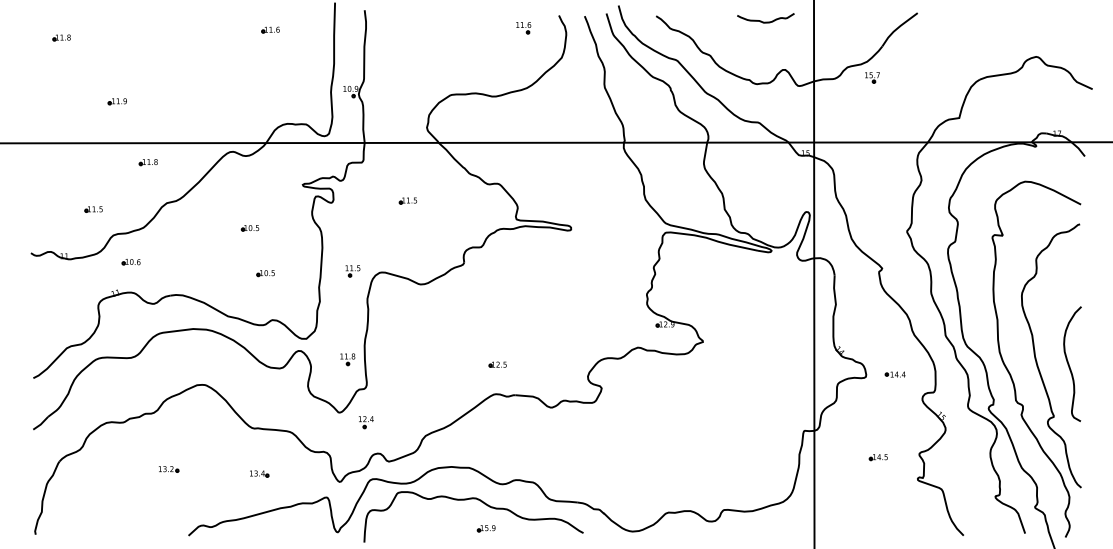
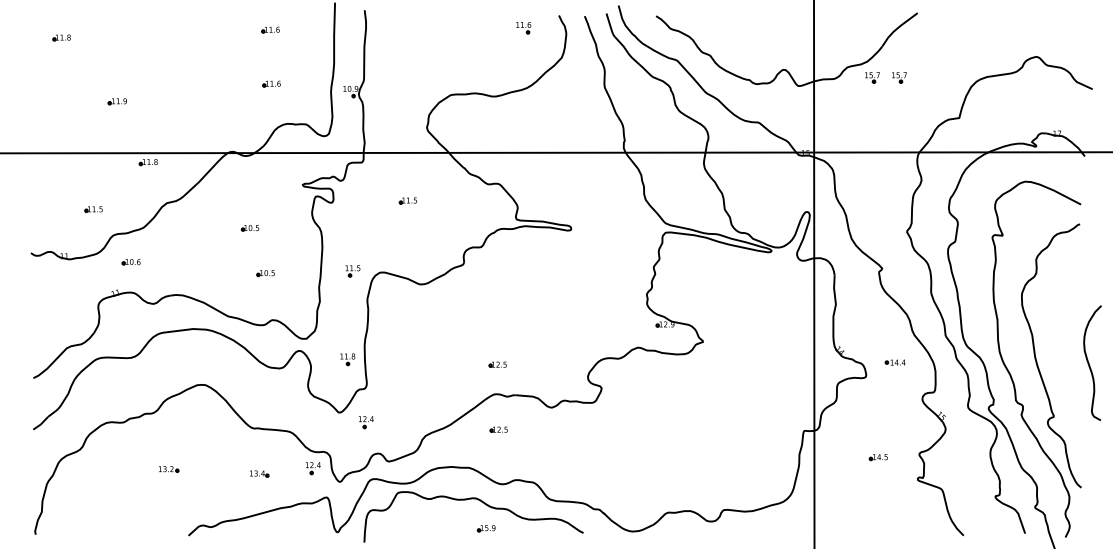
curve at (765, 21): present -> none
part at (899, 77): none -> present
part at (271, 83): none -> present
line at (555, 142) position: (555, 142) -> (555, 152)
curve at (1069, 363) position: (1069, 363) -> (1089, 362)
part at (894, 374) position: (894, 374) -> (894, 362)
part at (498, 429): none -> present
part at (313, 468): none -> present
